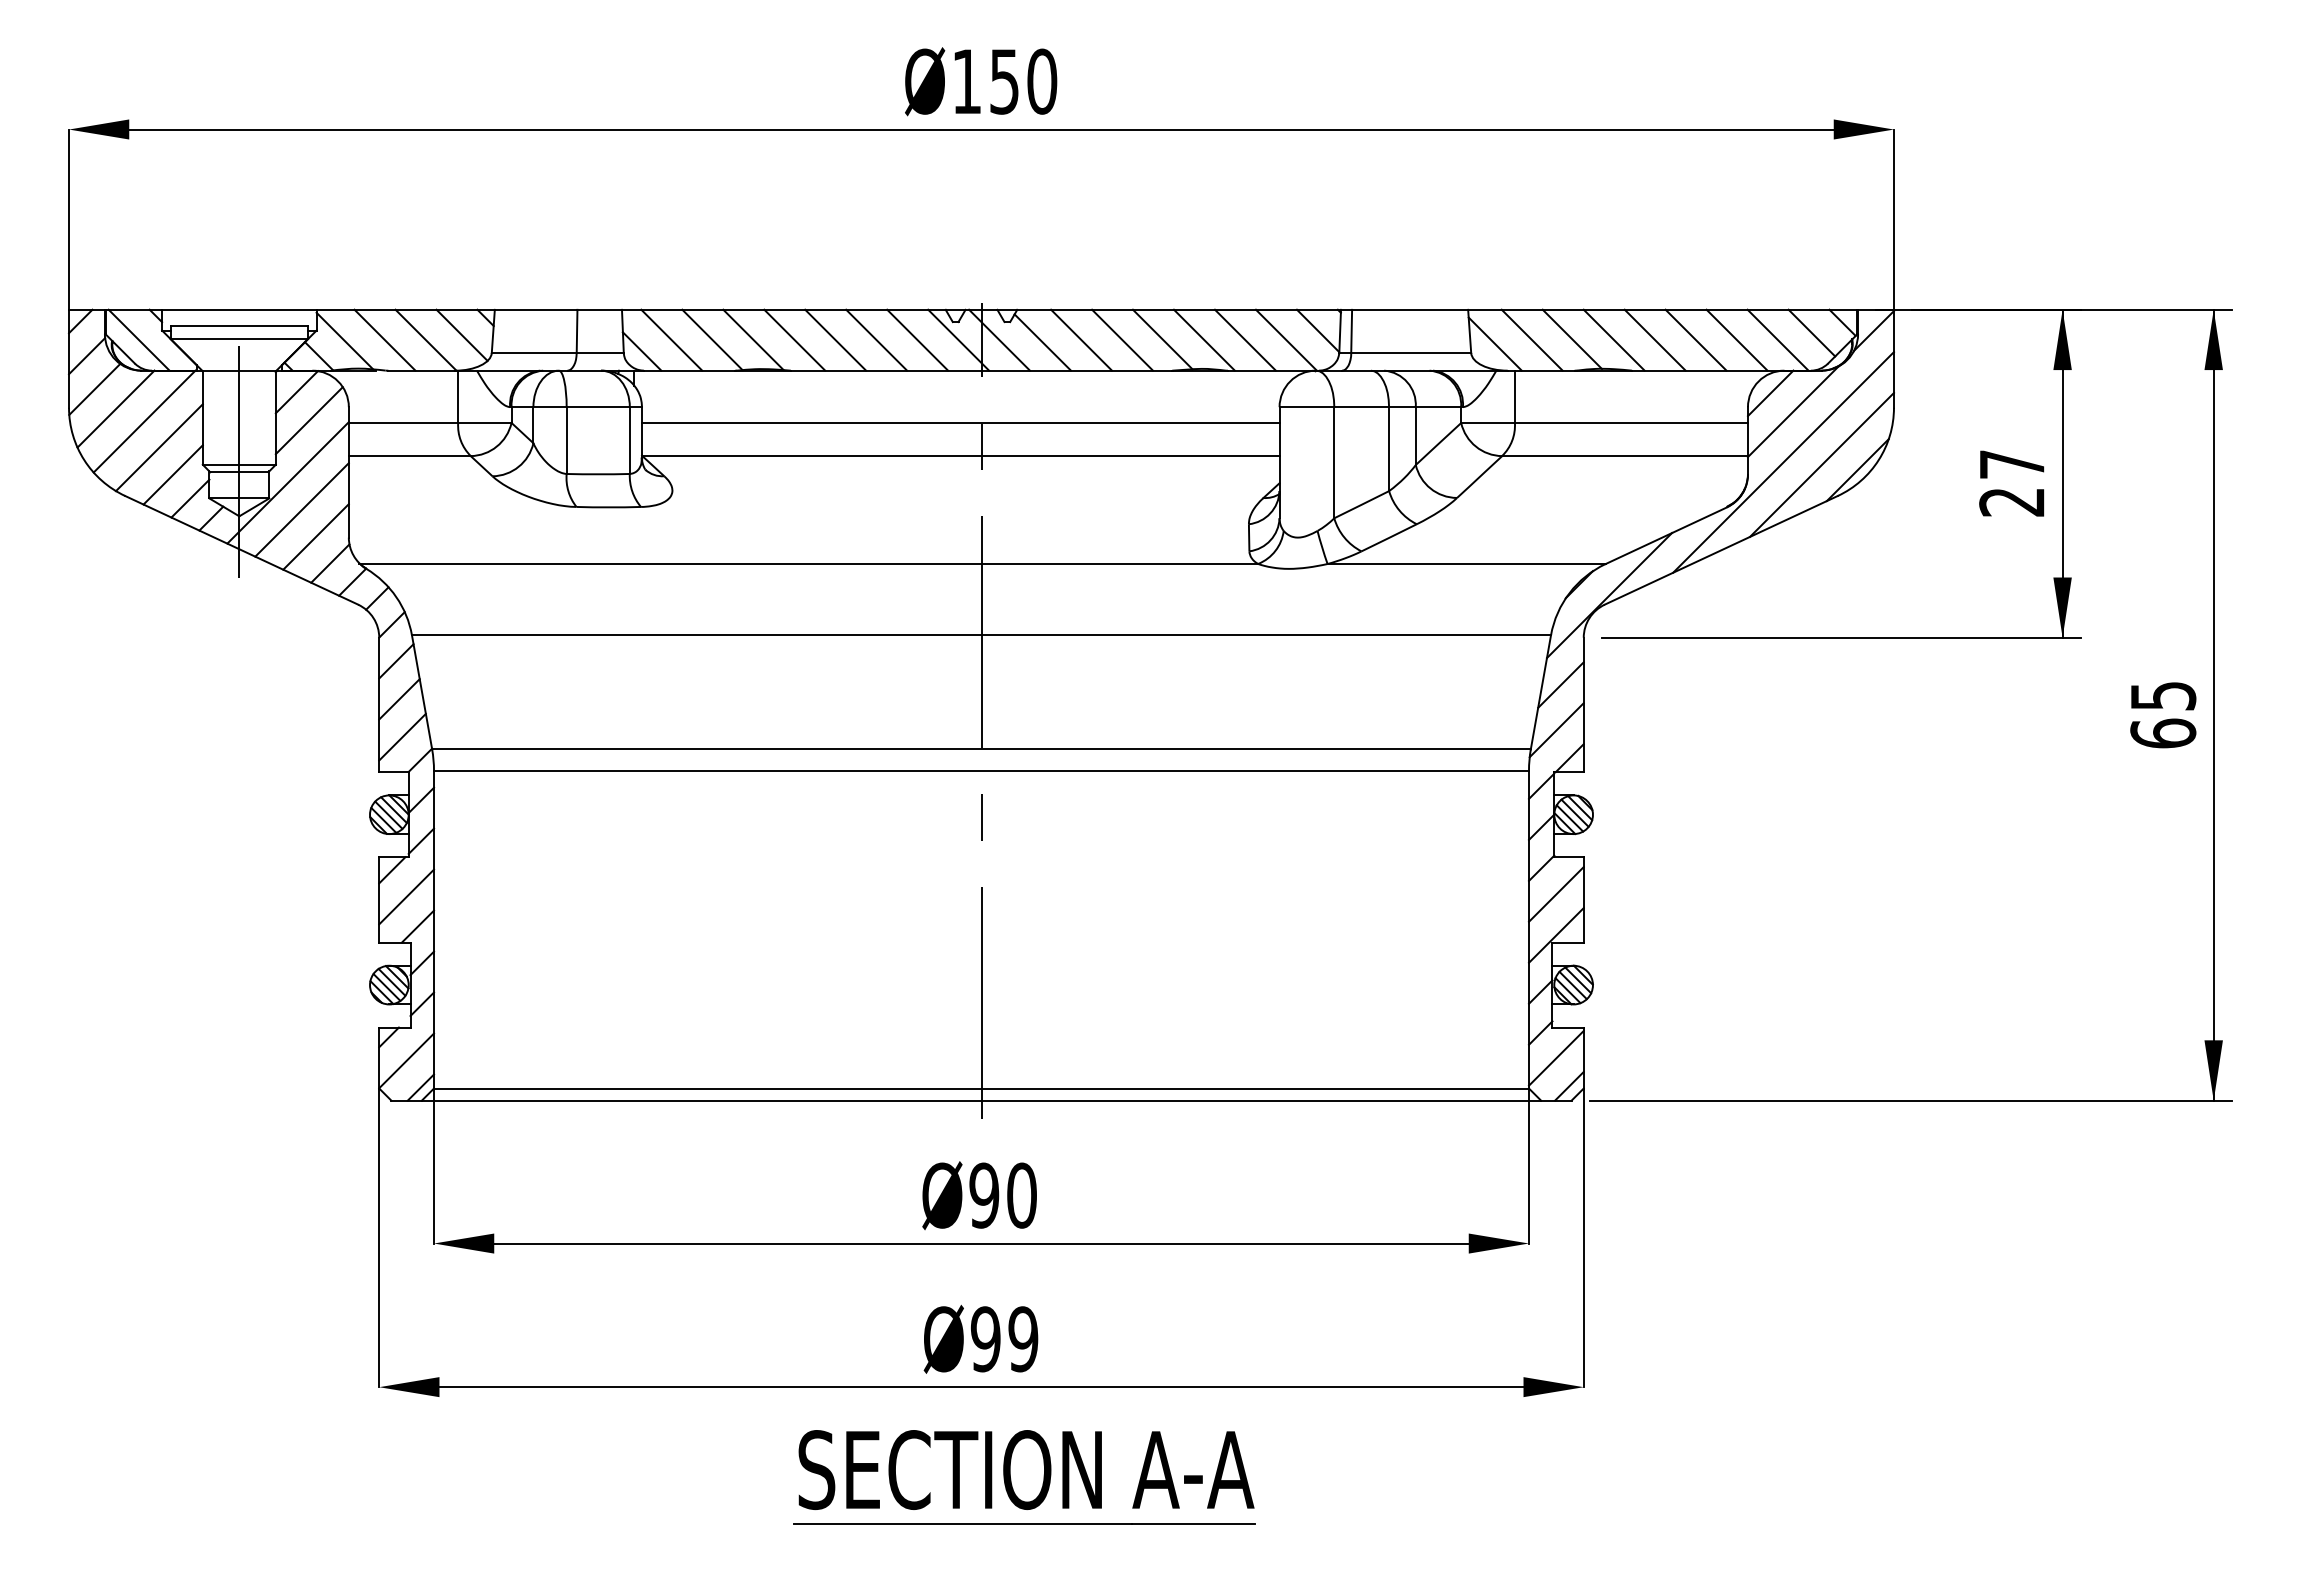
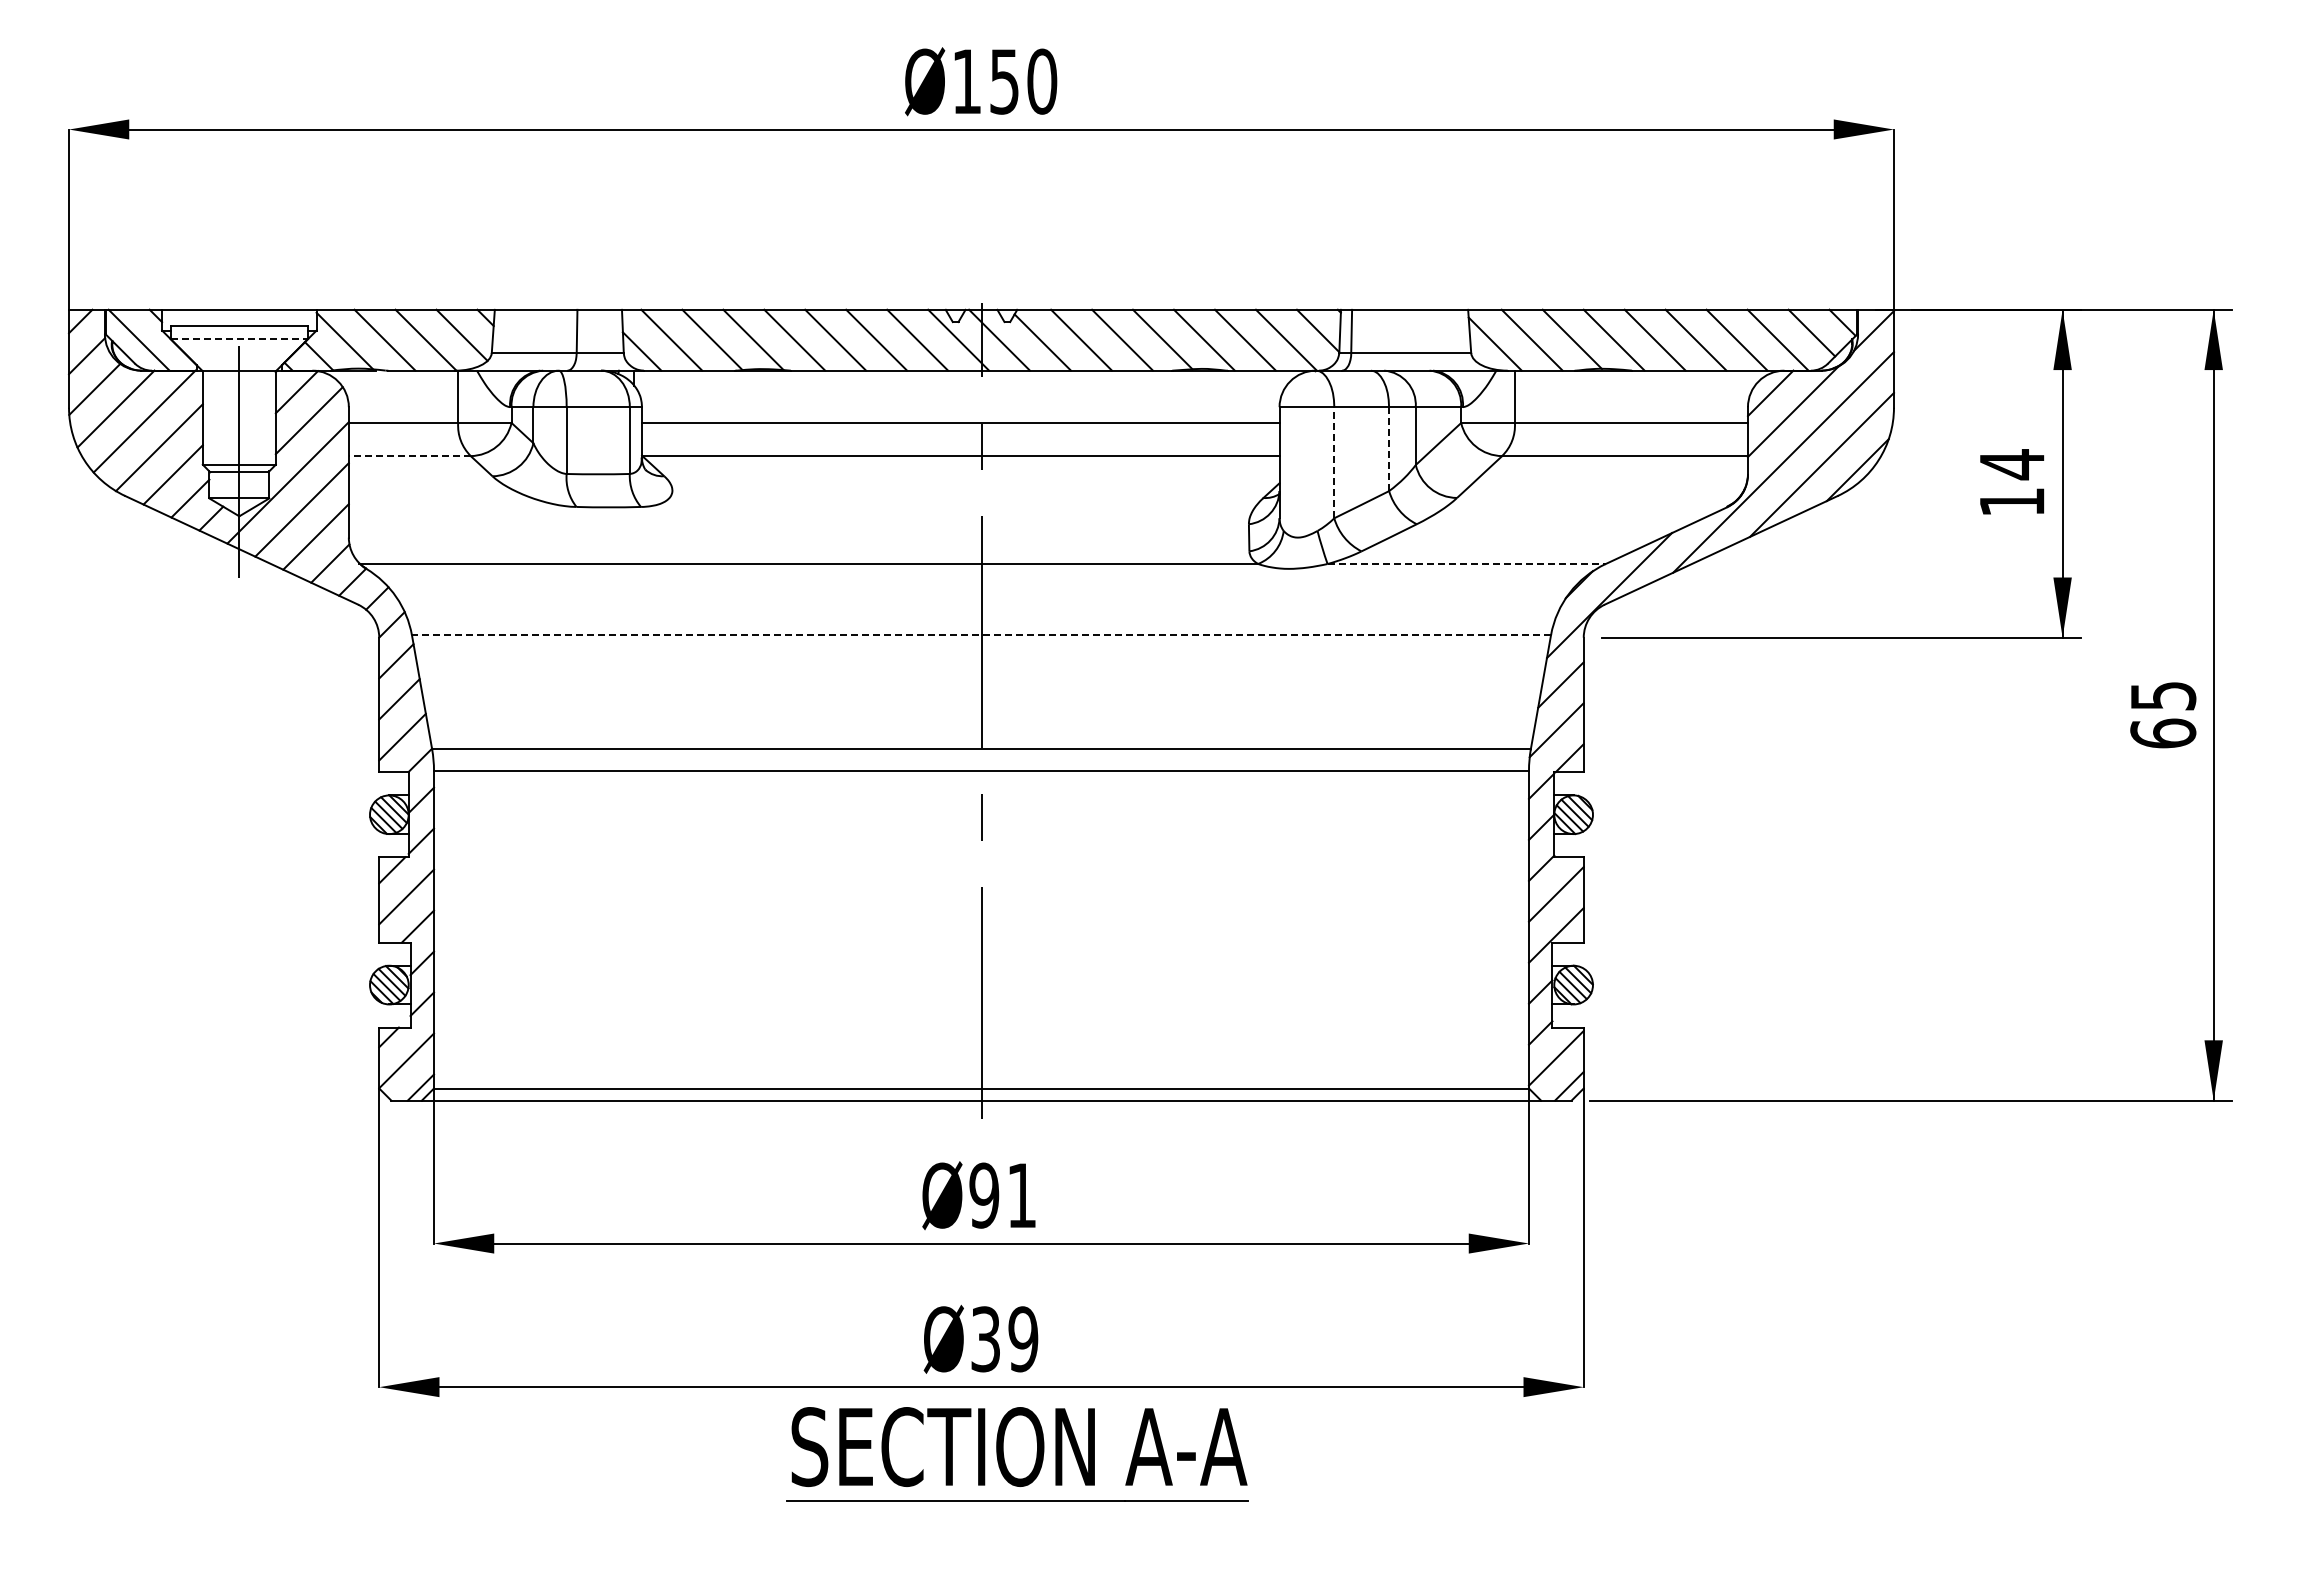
line at (239, 339): solid -> dashed
line at (1389, 449): solid -> dashed
line at (409, 456): solid -> dashed
line at (1334, 462): solid -> dashed
text at (2011, 482): 27 -> 14
line at (1467, 564): solid -> dashed
line at (981, 635): solid -> dashed
text at (1021, 1195): Ø90 -> Ø91
text at (985, 1339): Ø99 -> Ø39
part at (1024, 1477) position: (1024, 1477) -> (1017, 1454)
